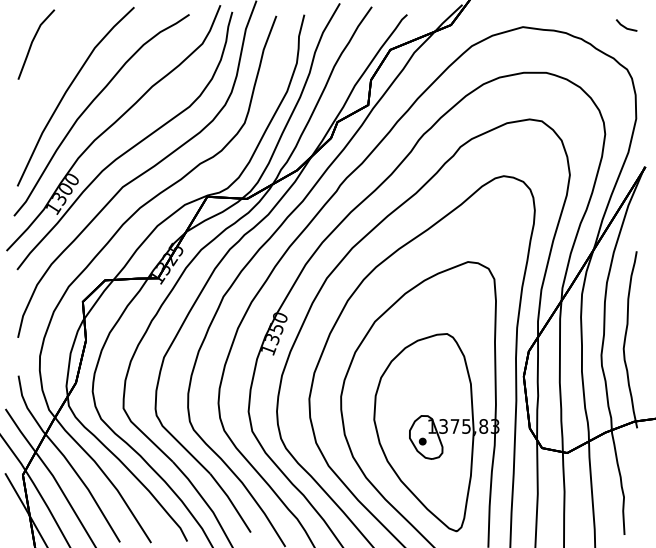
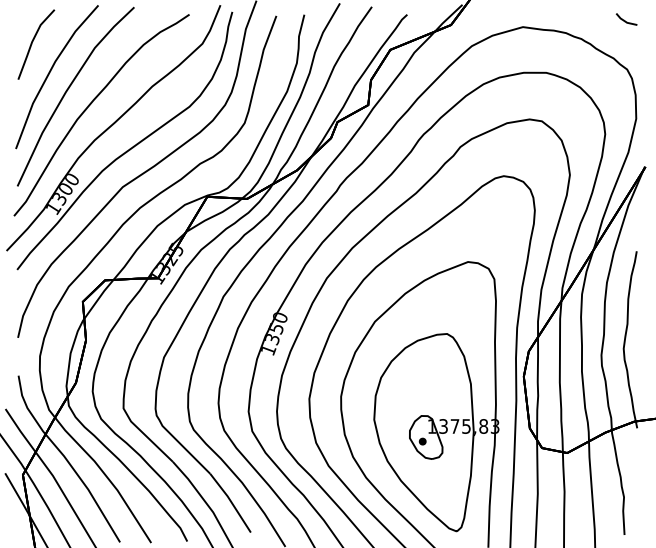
line at (625, 26) position: (625, 26) -> (625, 20)
part at (50, 73): none -> present
